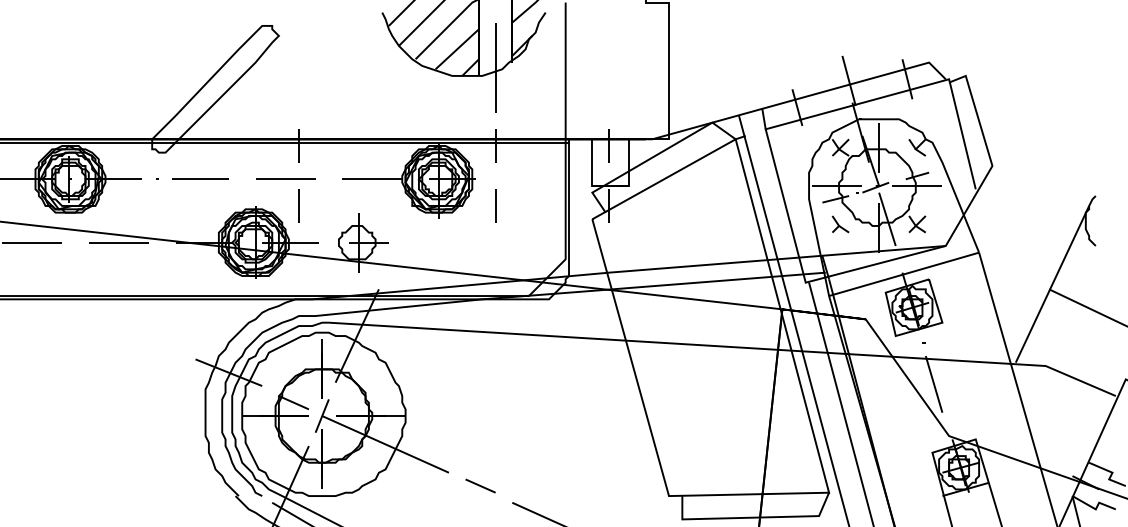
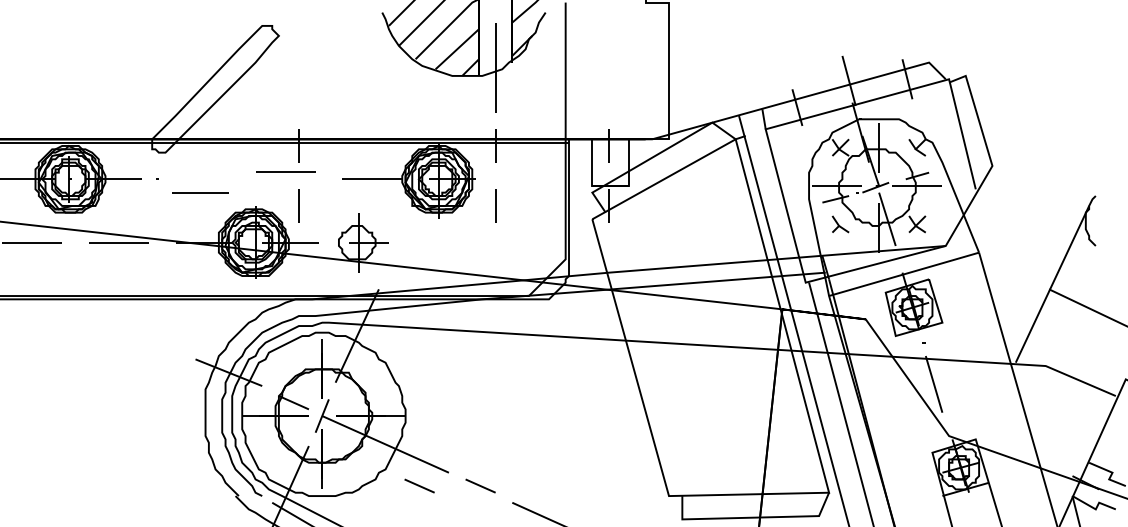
line at (200, 178) position: (200, 178) -> (200, 192)
line at (285, 178) position: (285, 178) -> (285, 171)
line at (419, 485): none -> present
